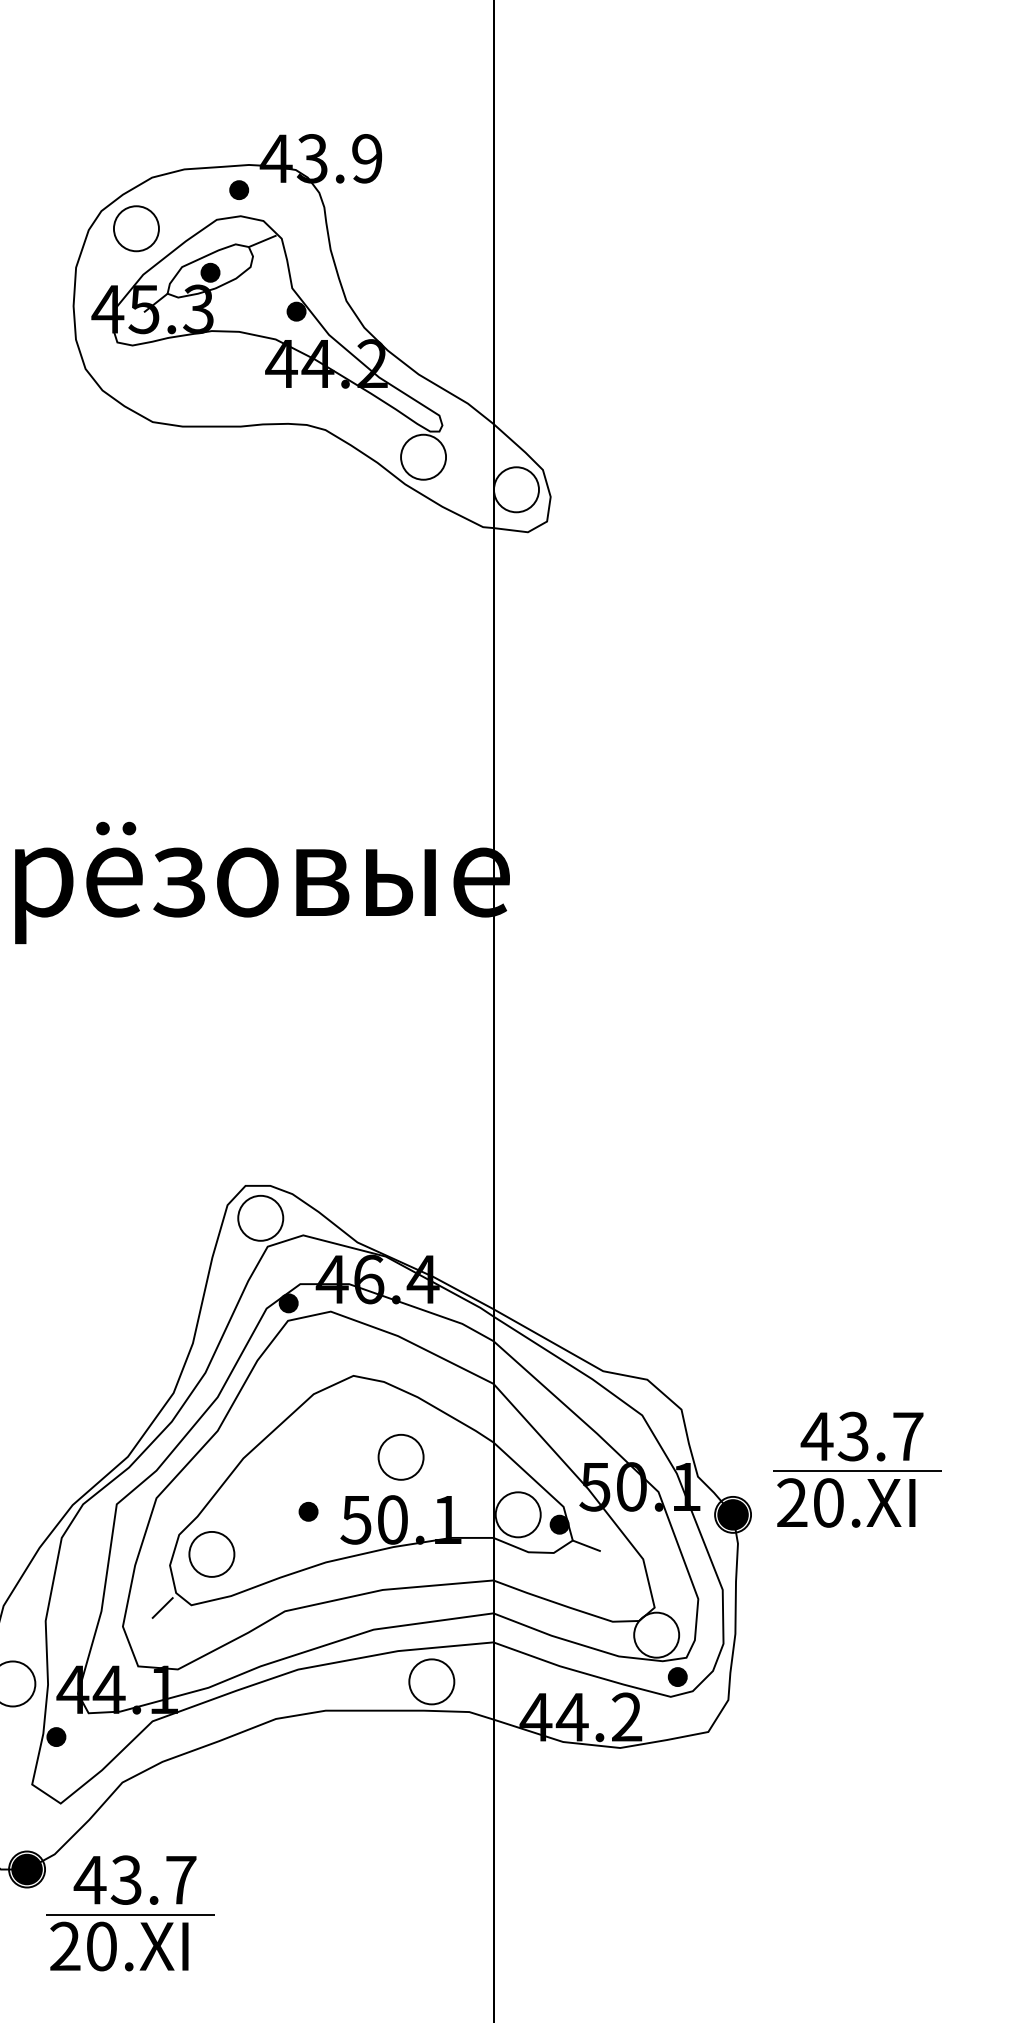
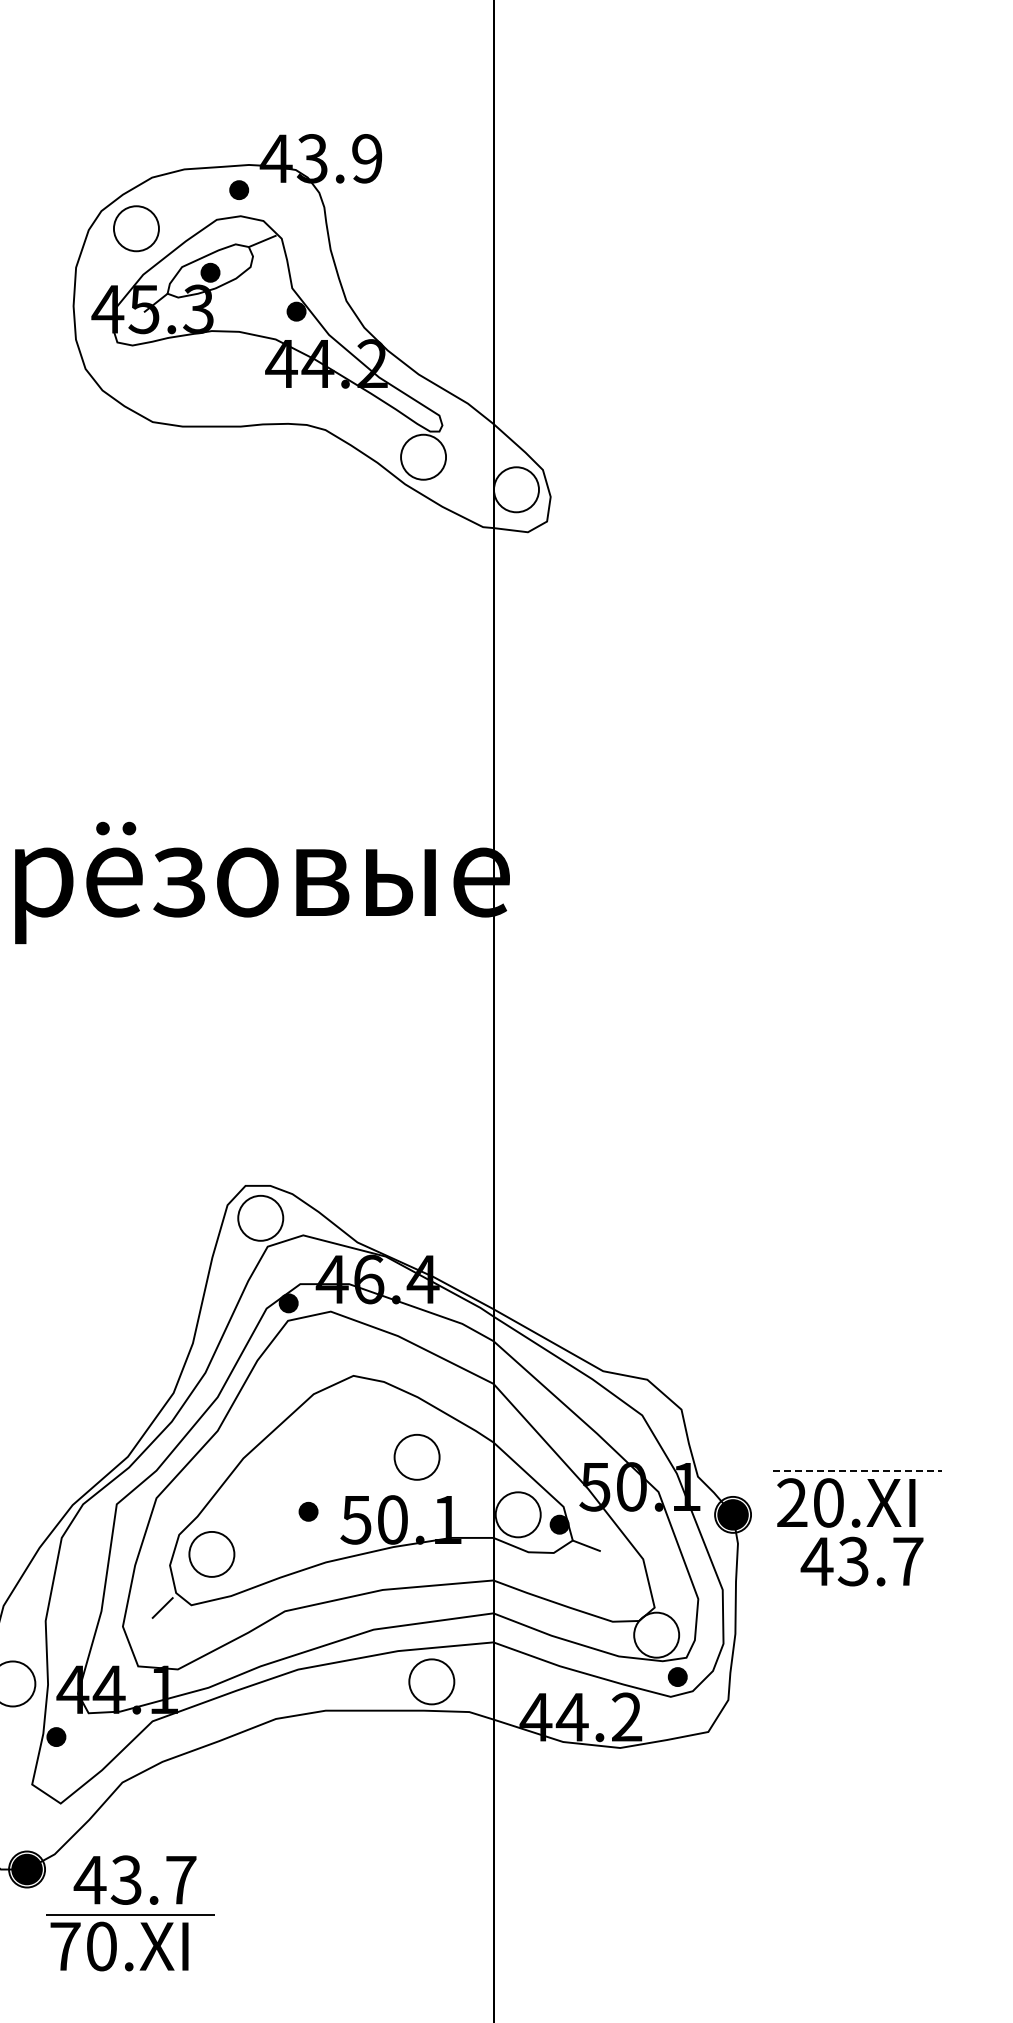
text at (861, 1436) position: (861, 1436) -> (861, 1561)
part at (400, 1457) position: (400, 1457) -> (416, 1457)
line at (857, 1470): solid -> dashed
text at (65, 1945): 20.XI -> 70.XI
